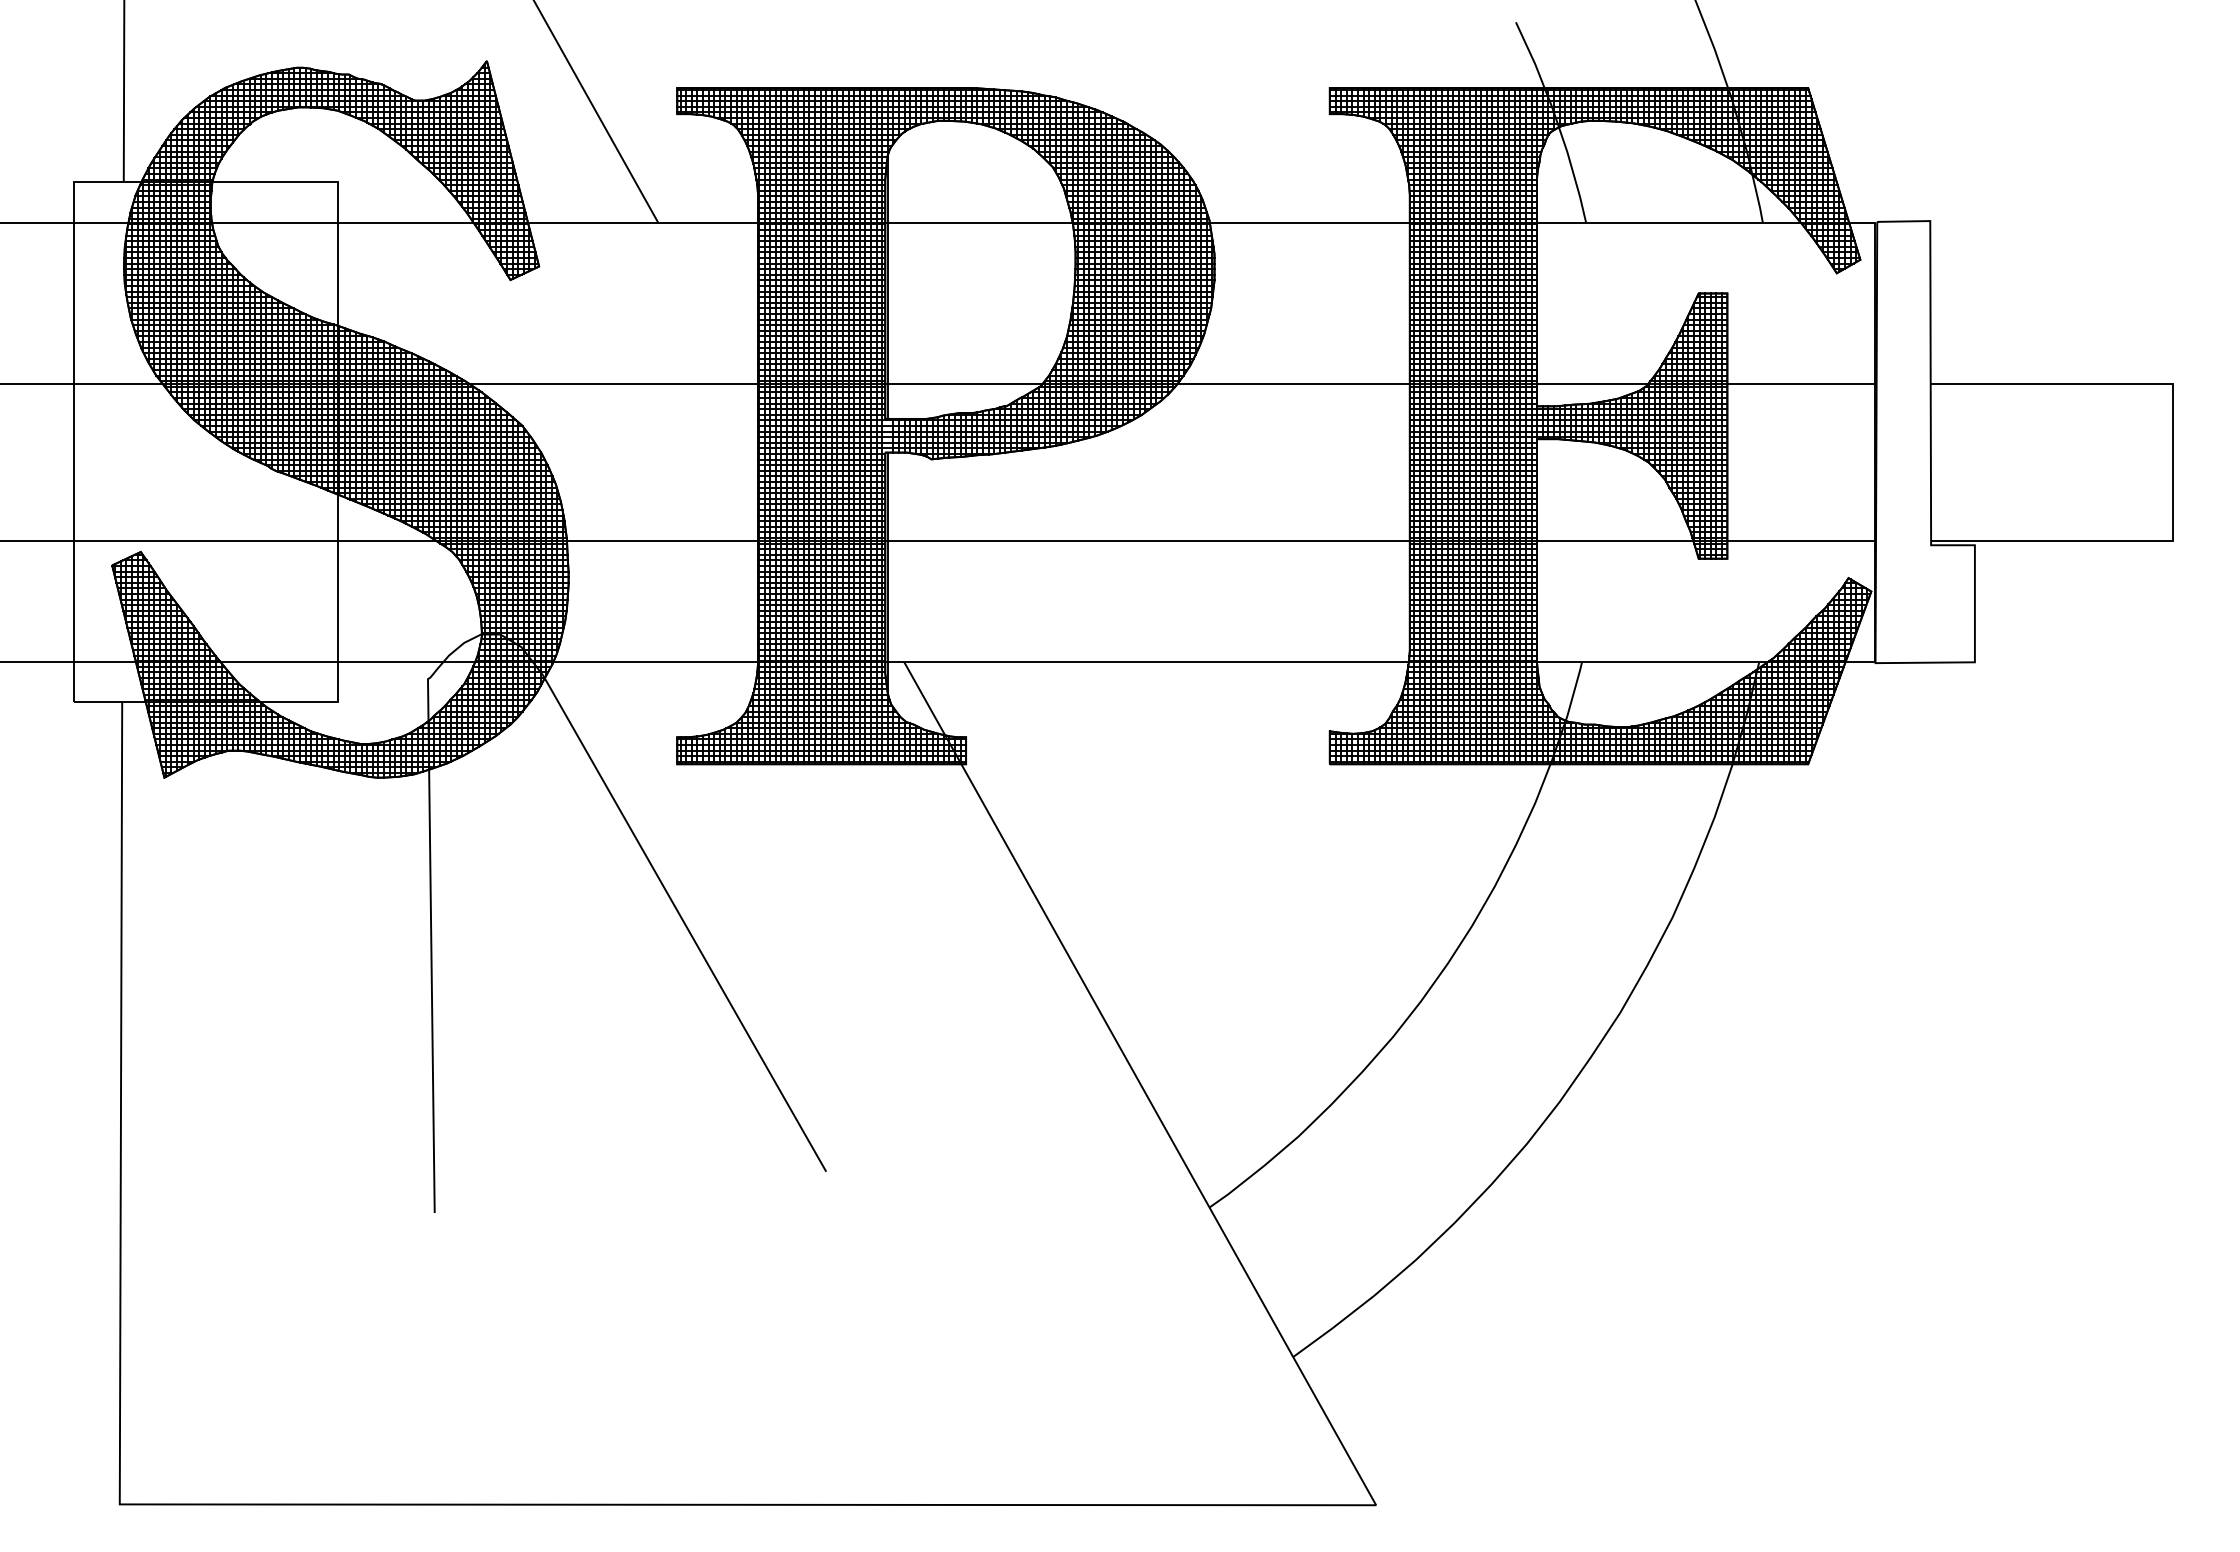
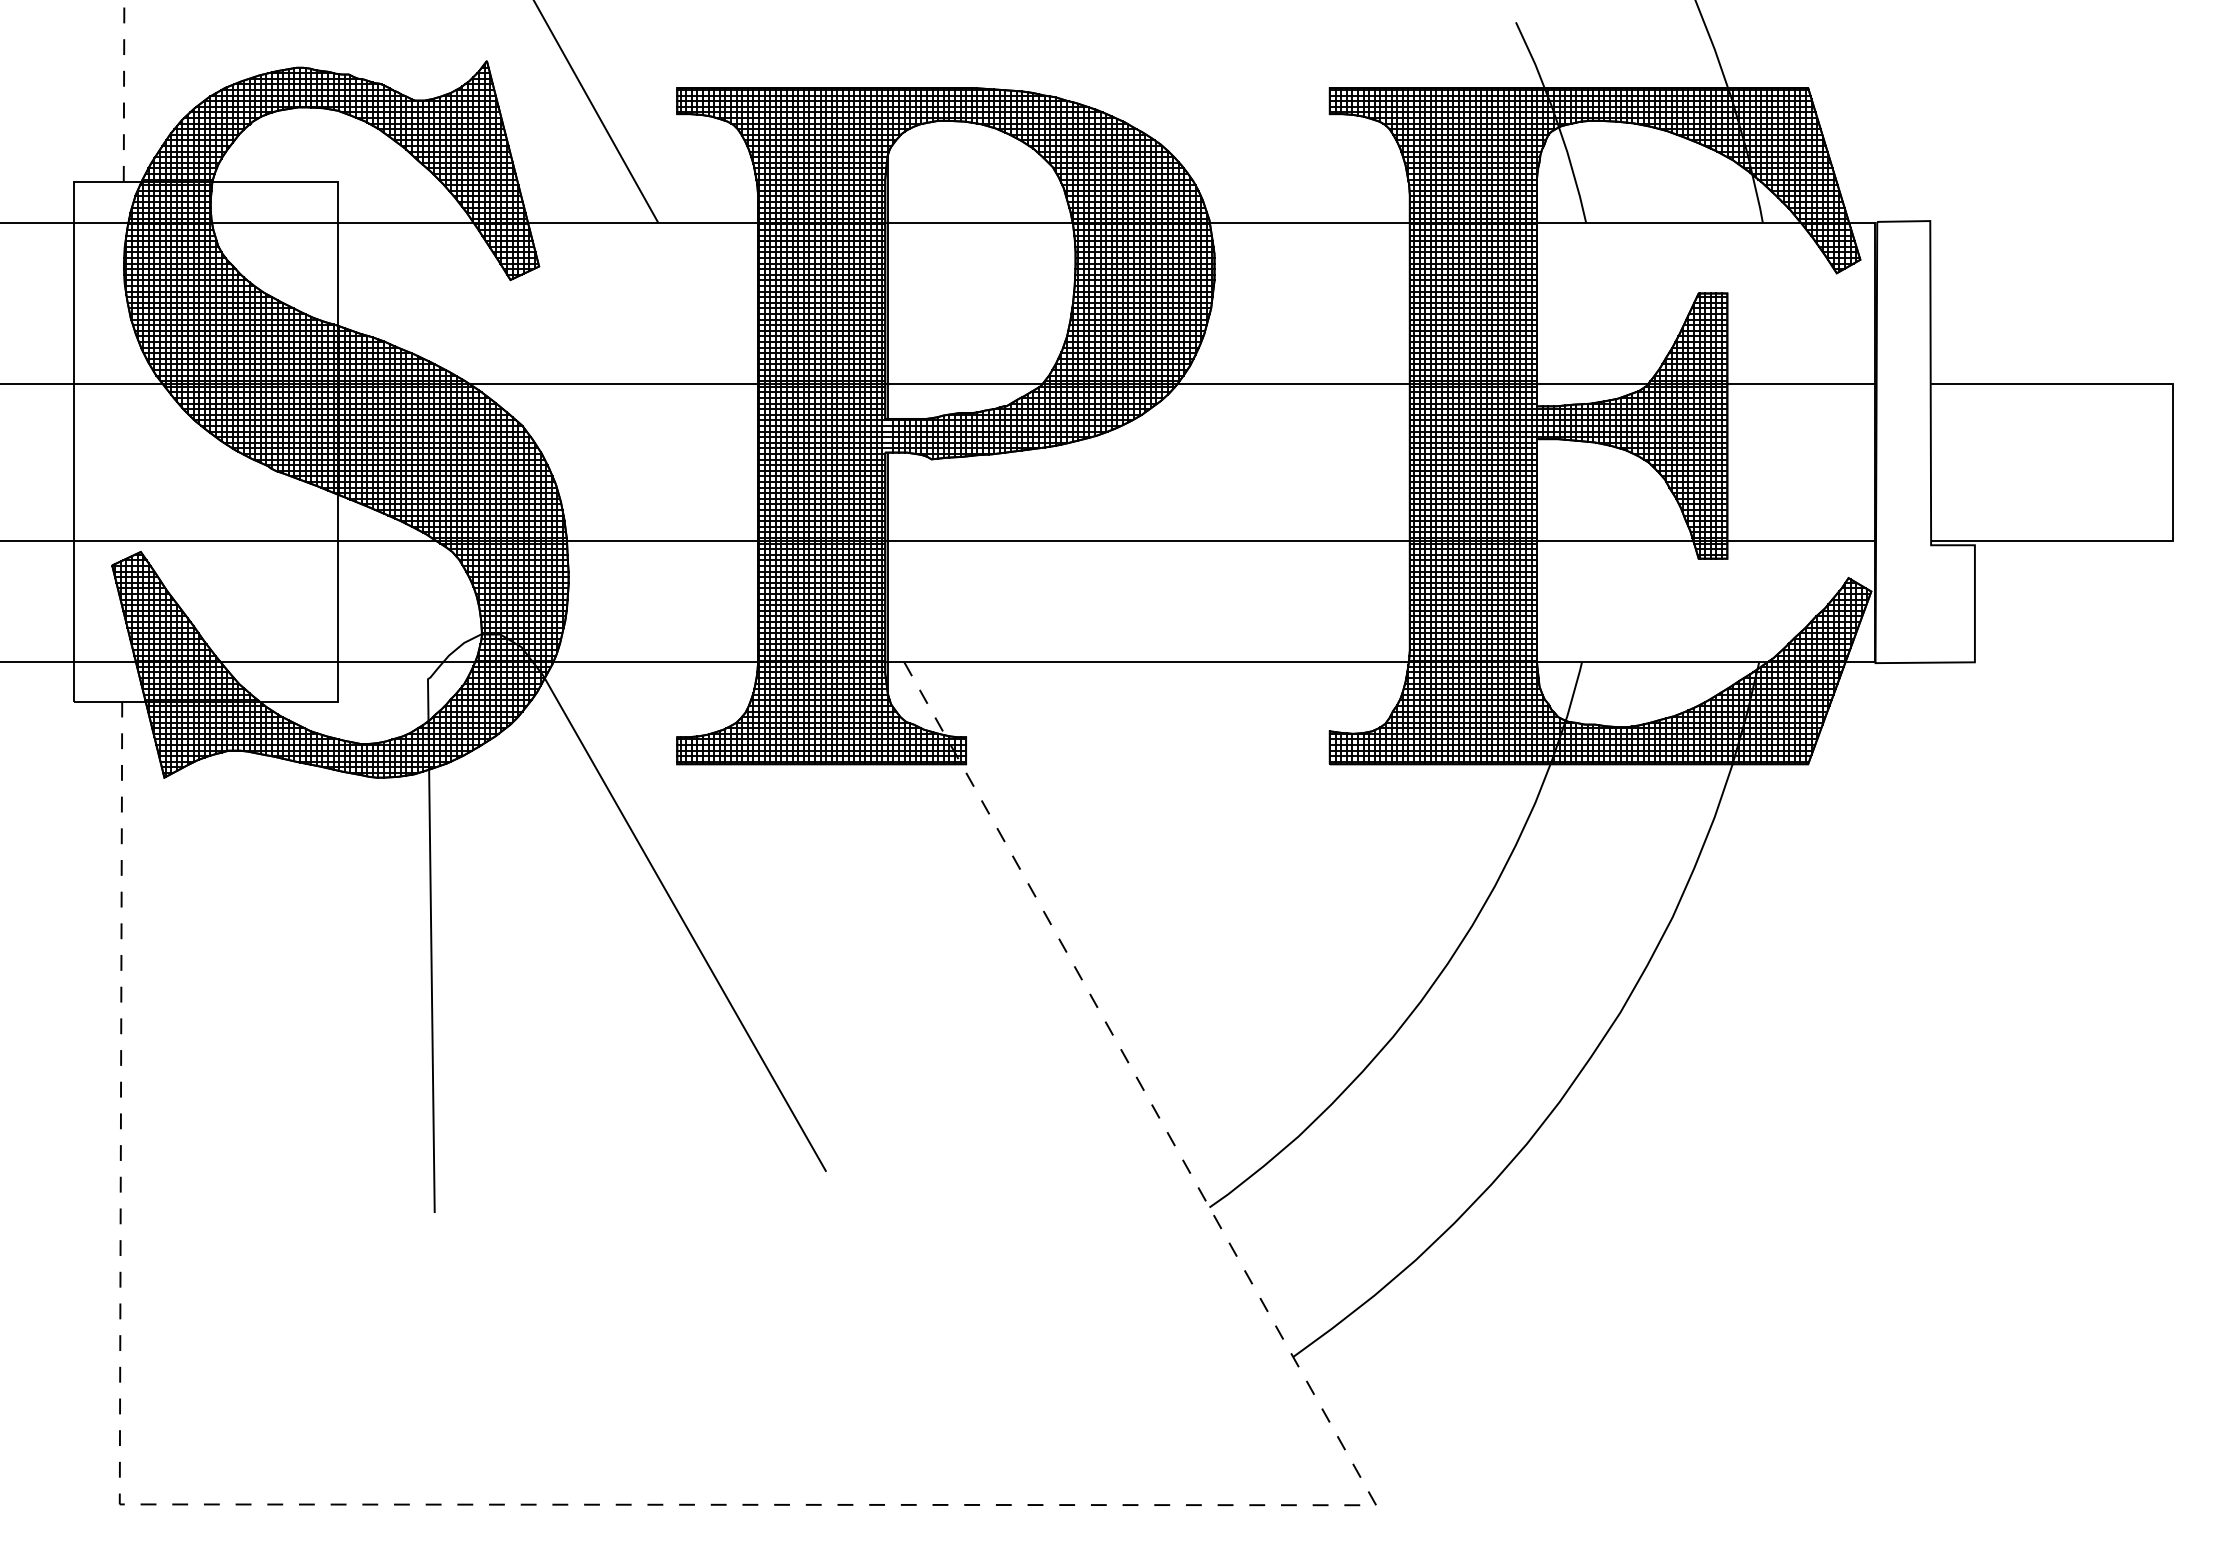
line at (124, 90): solid -> dashed
line at (829, 1504): solid -> dashed
